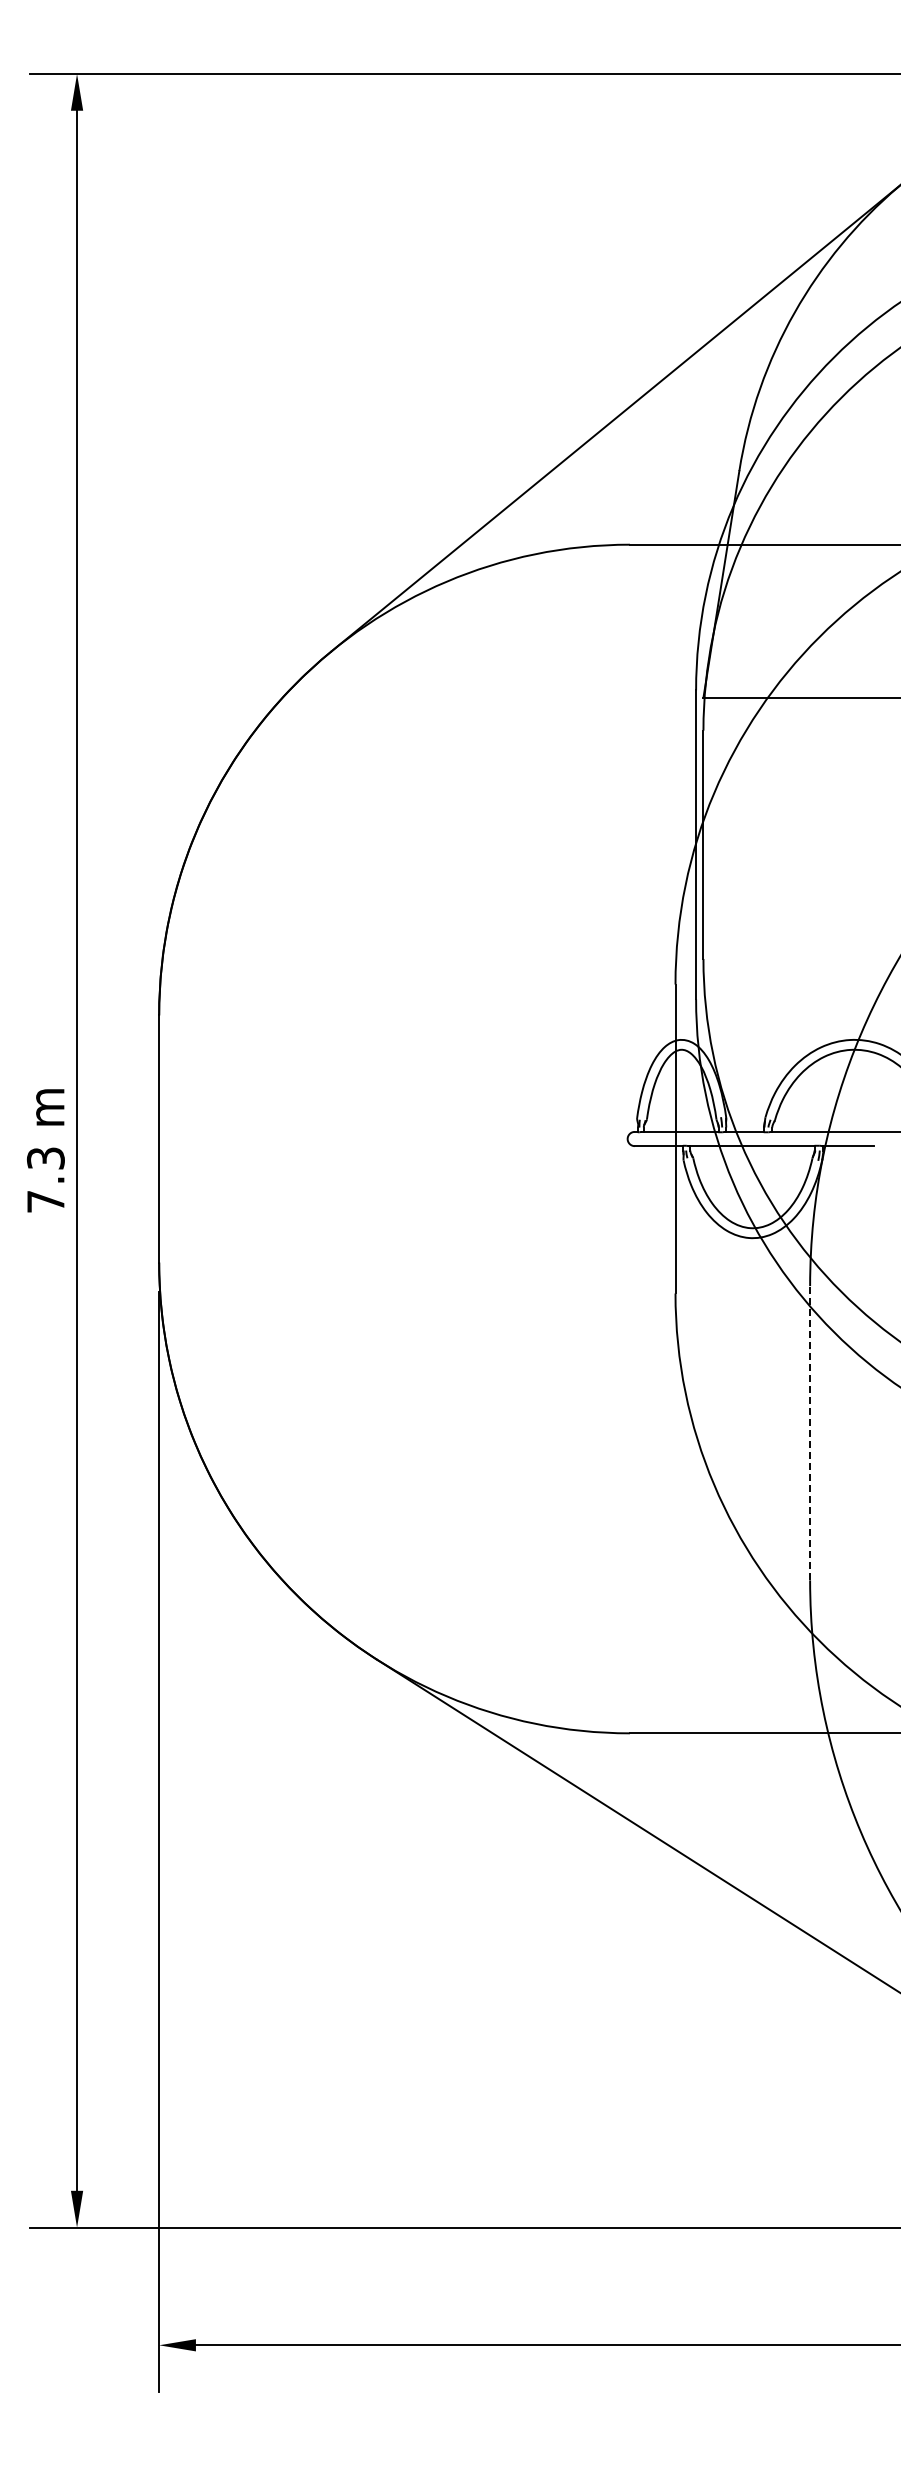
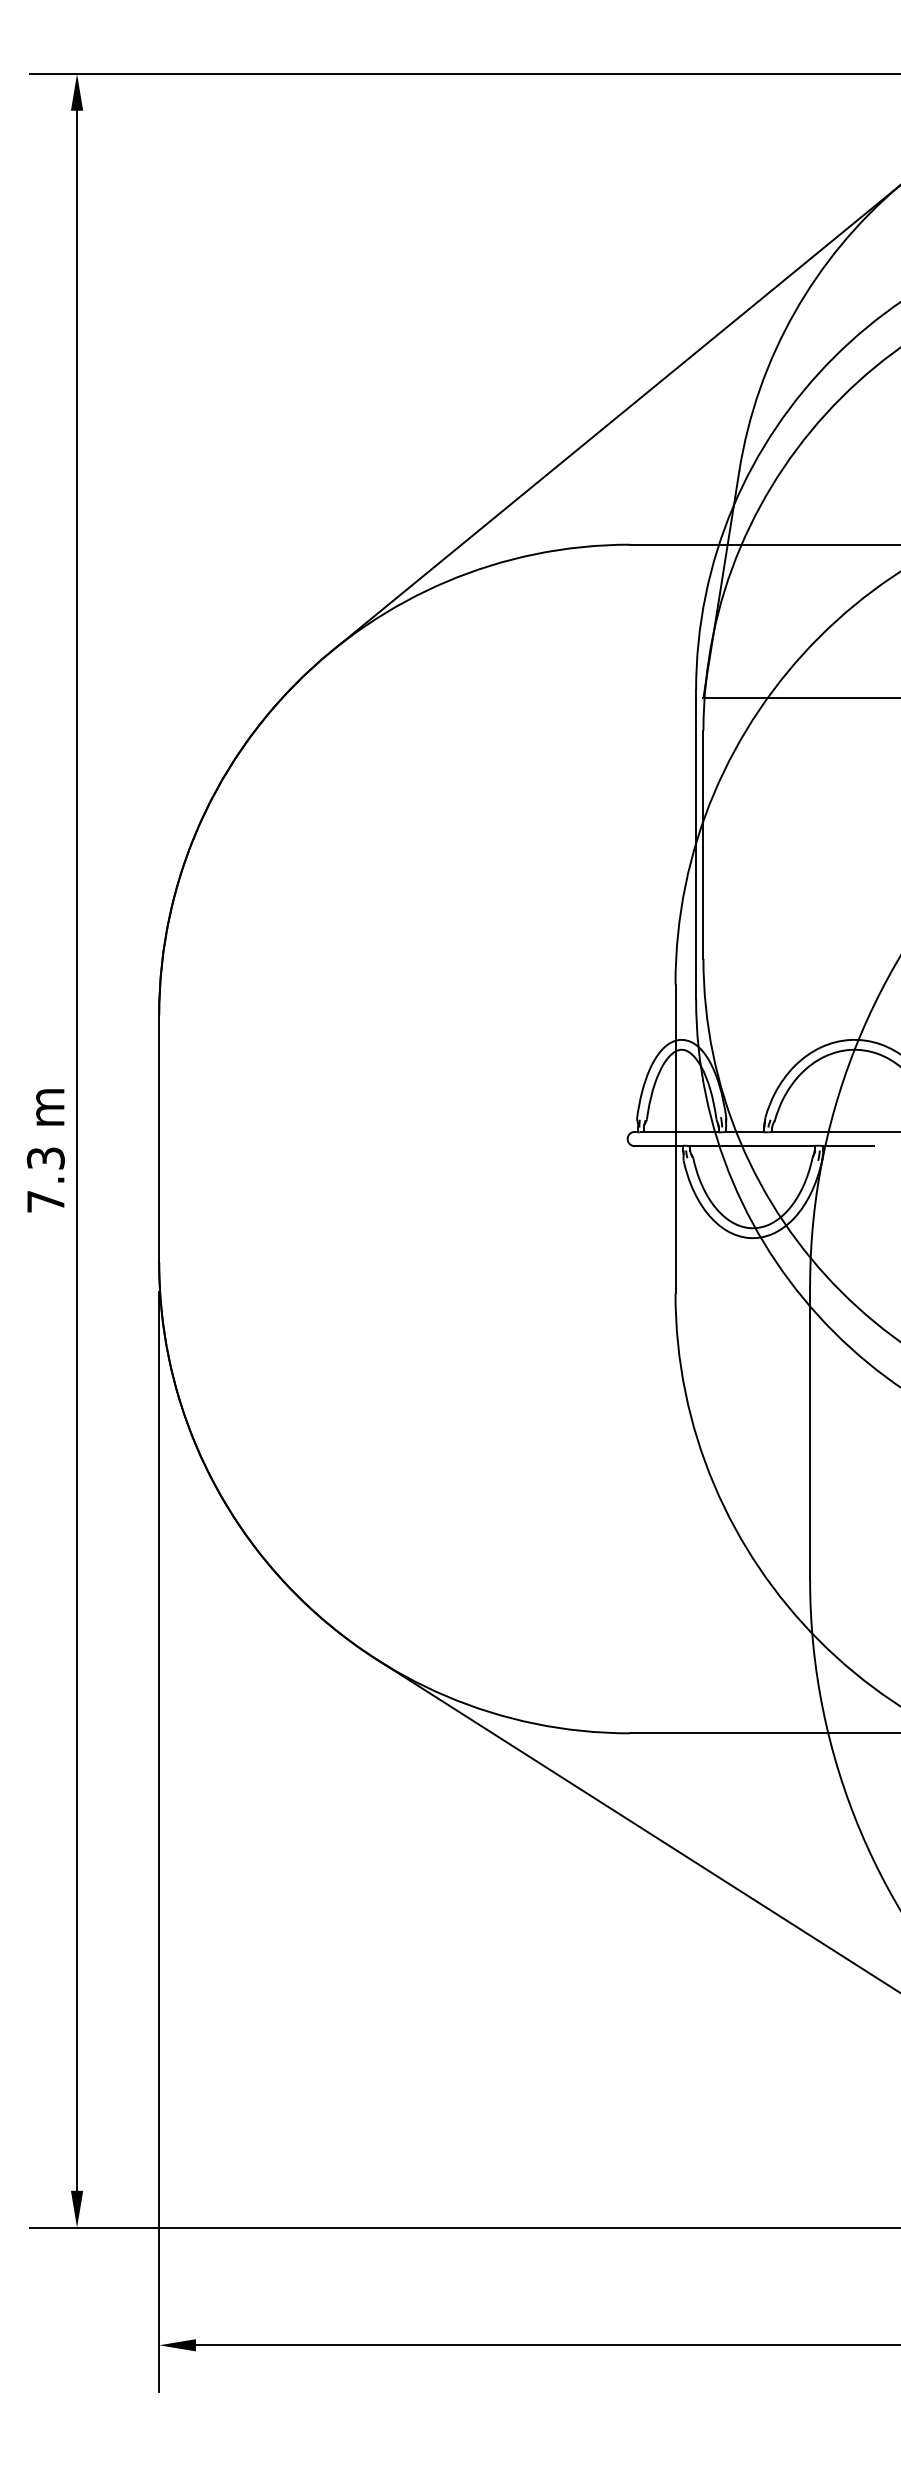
line at (810, 1432): dashed -> solid
